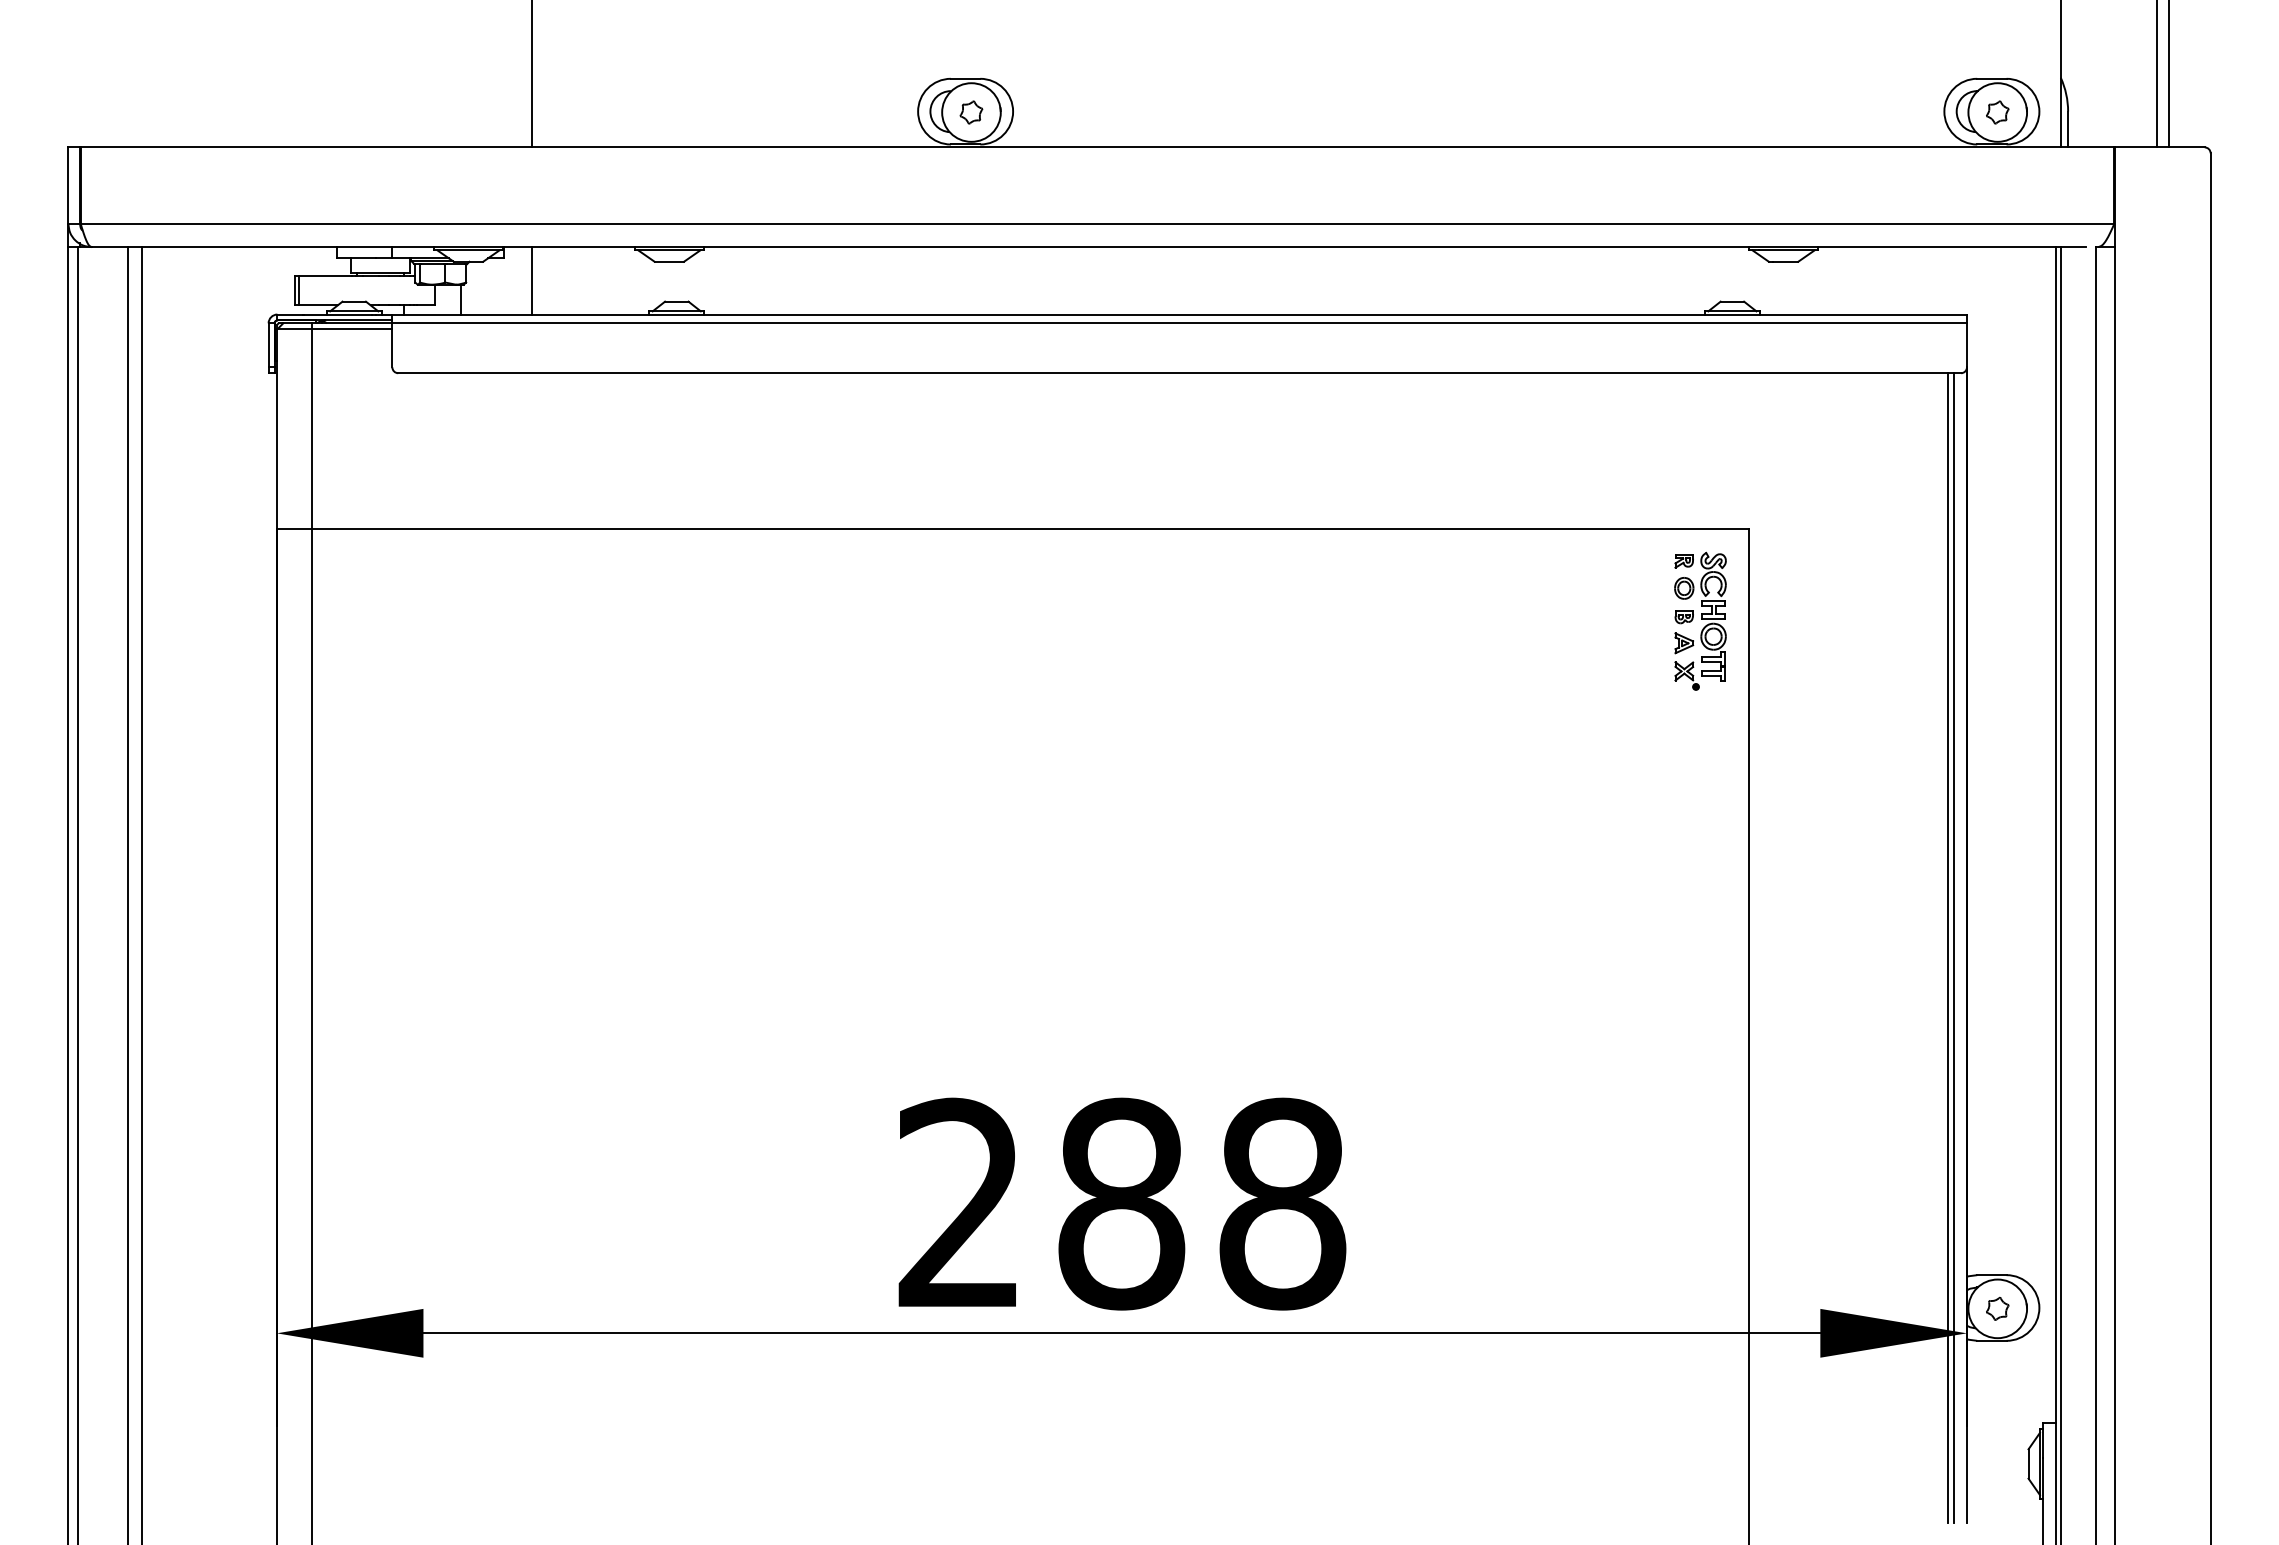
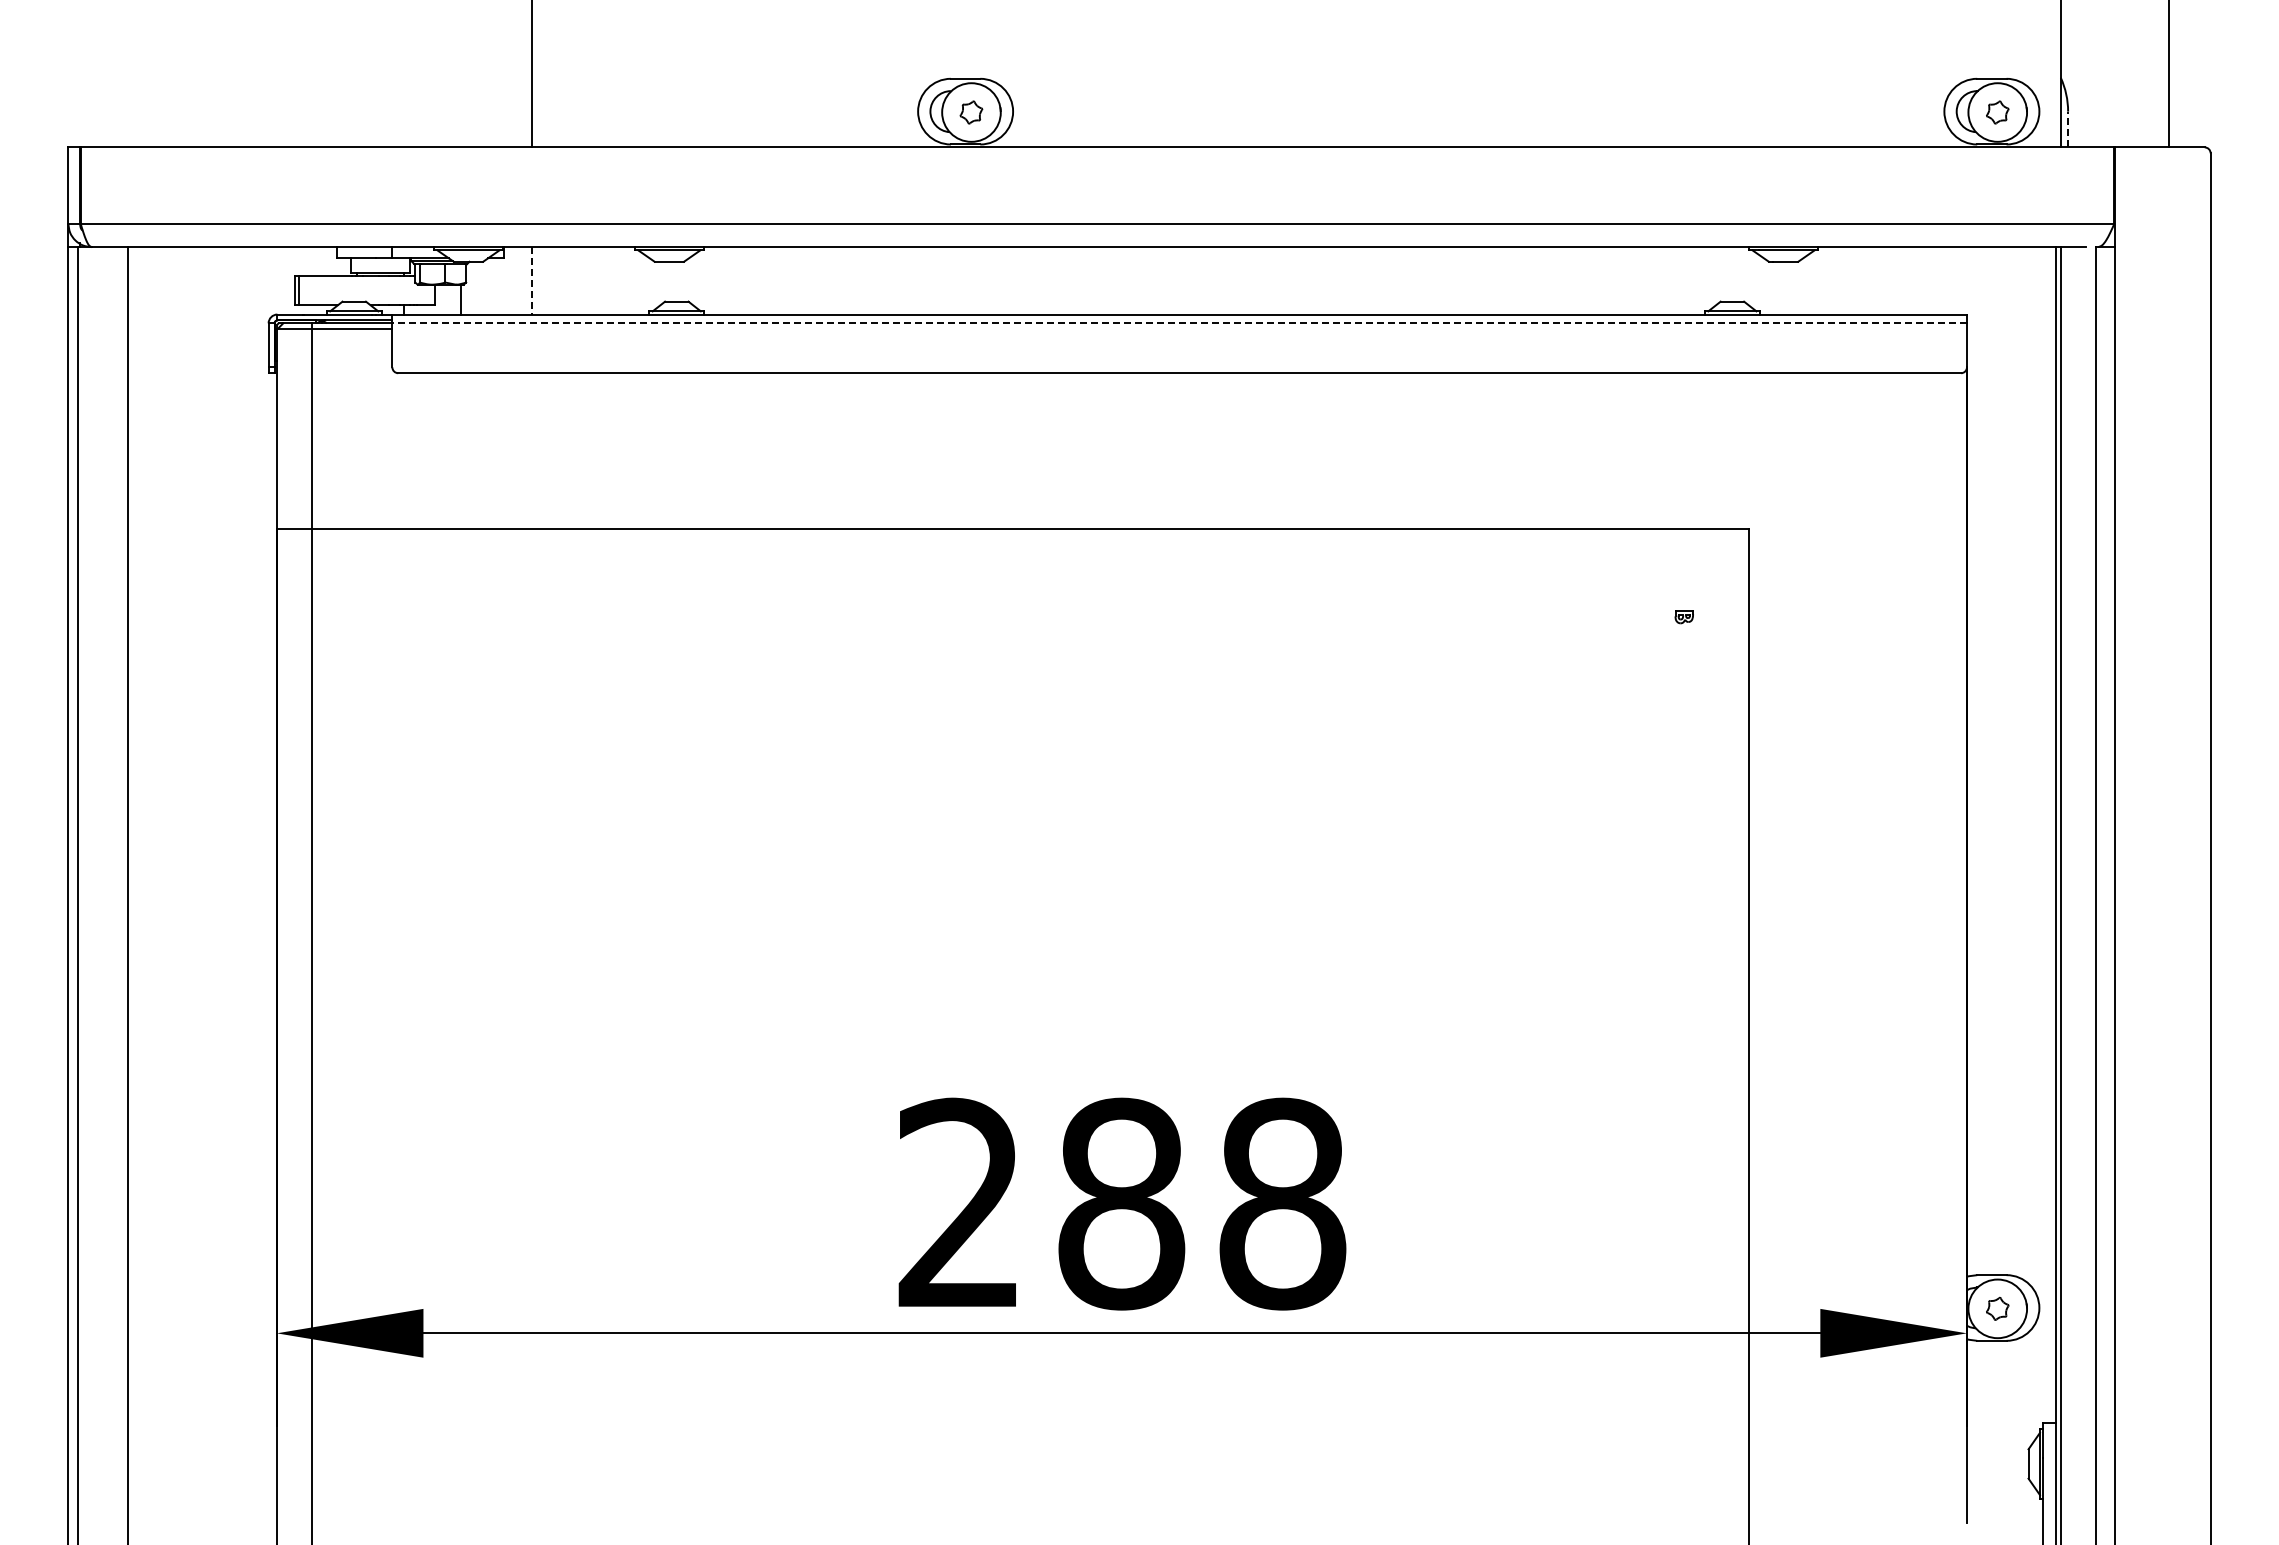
line at (2157, 74): present -> none
line at (2068, 129): solid -> dashed
line at (531, 280): solid -> dashed
line at (1179, 323): solid -> dashed
part at (1700, 620): present -> none
line at (141, 894): present -> none
line at (1948, 947): present -> none
line at (1954, 947): present -> none
